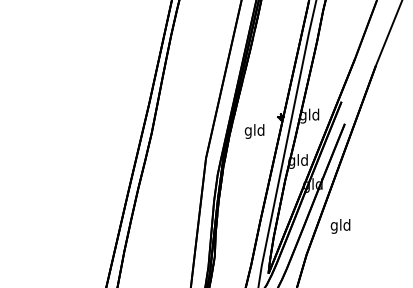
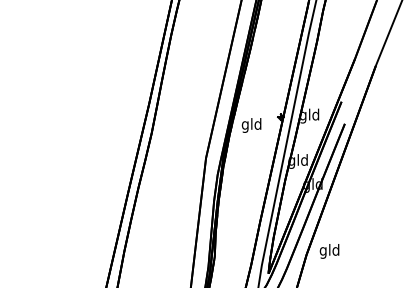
text at (254, 131) position: (254, 131) -> (251, 125)
text at (340, 226) position: (340, 226) -> (329, 251)
